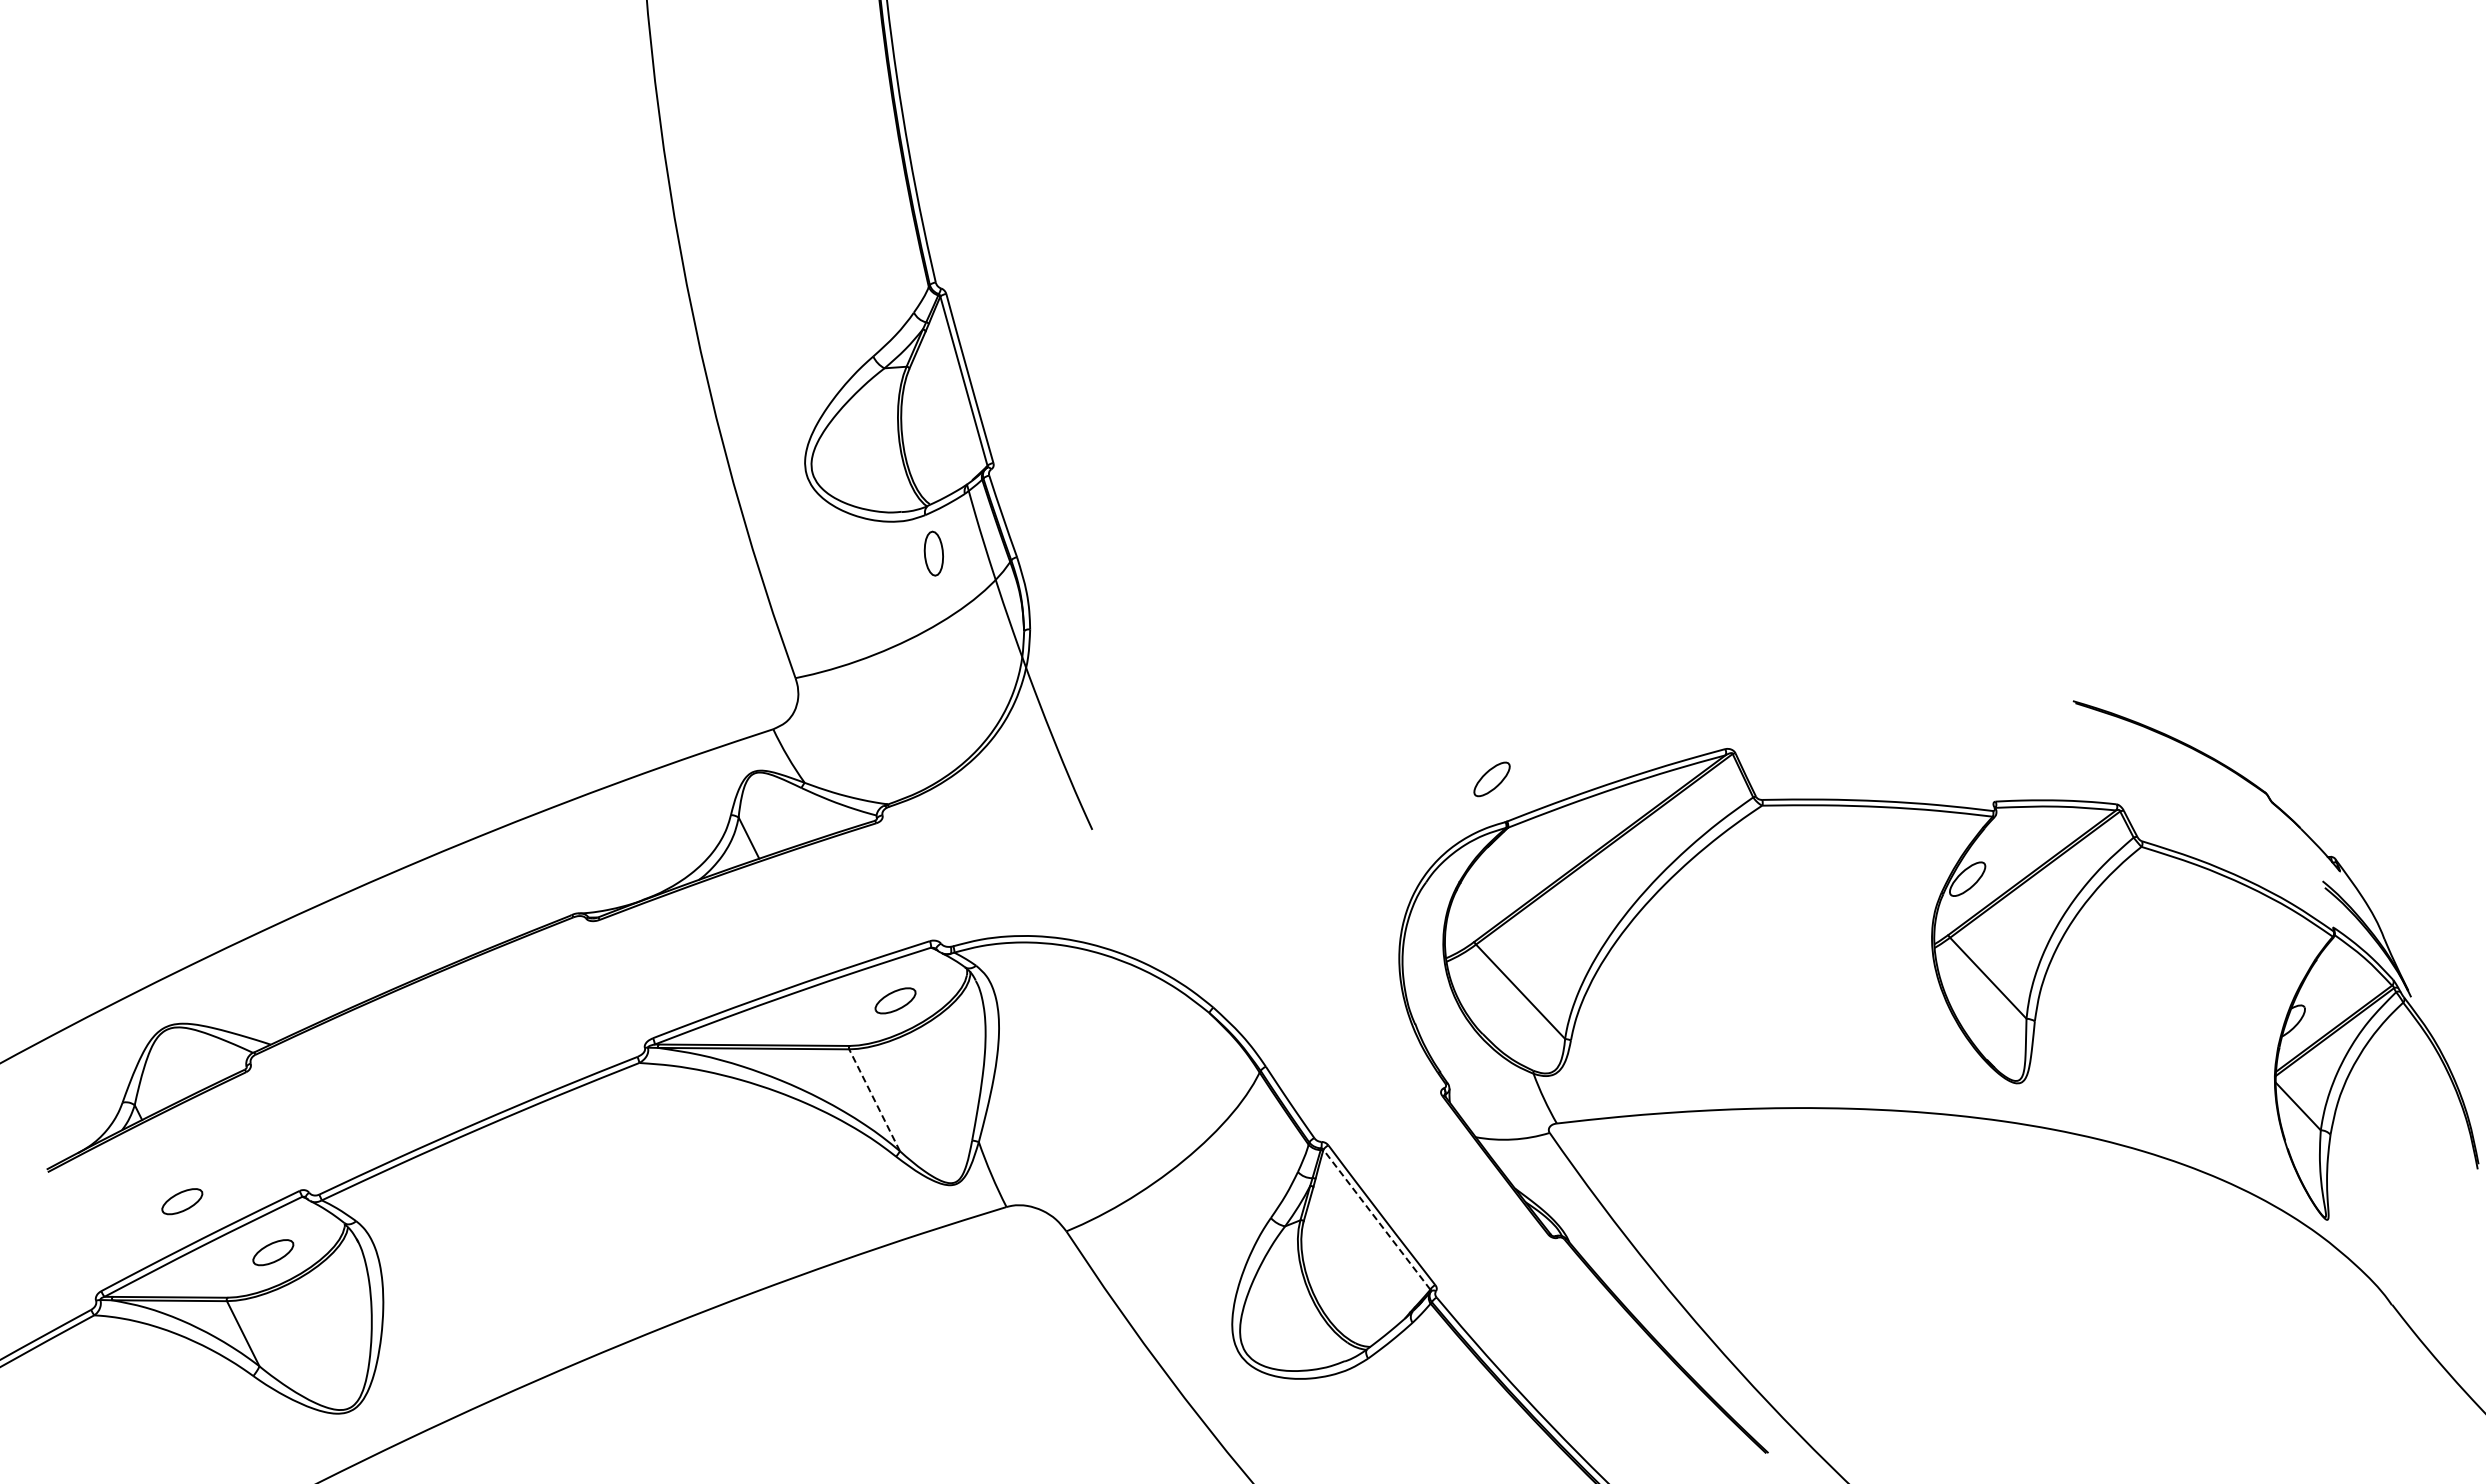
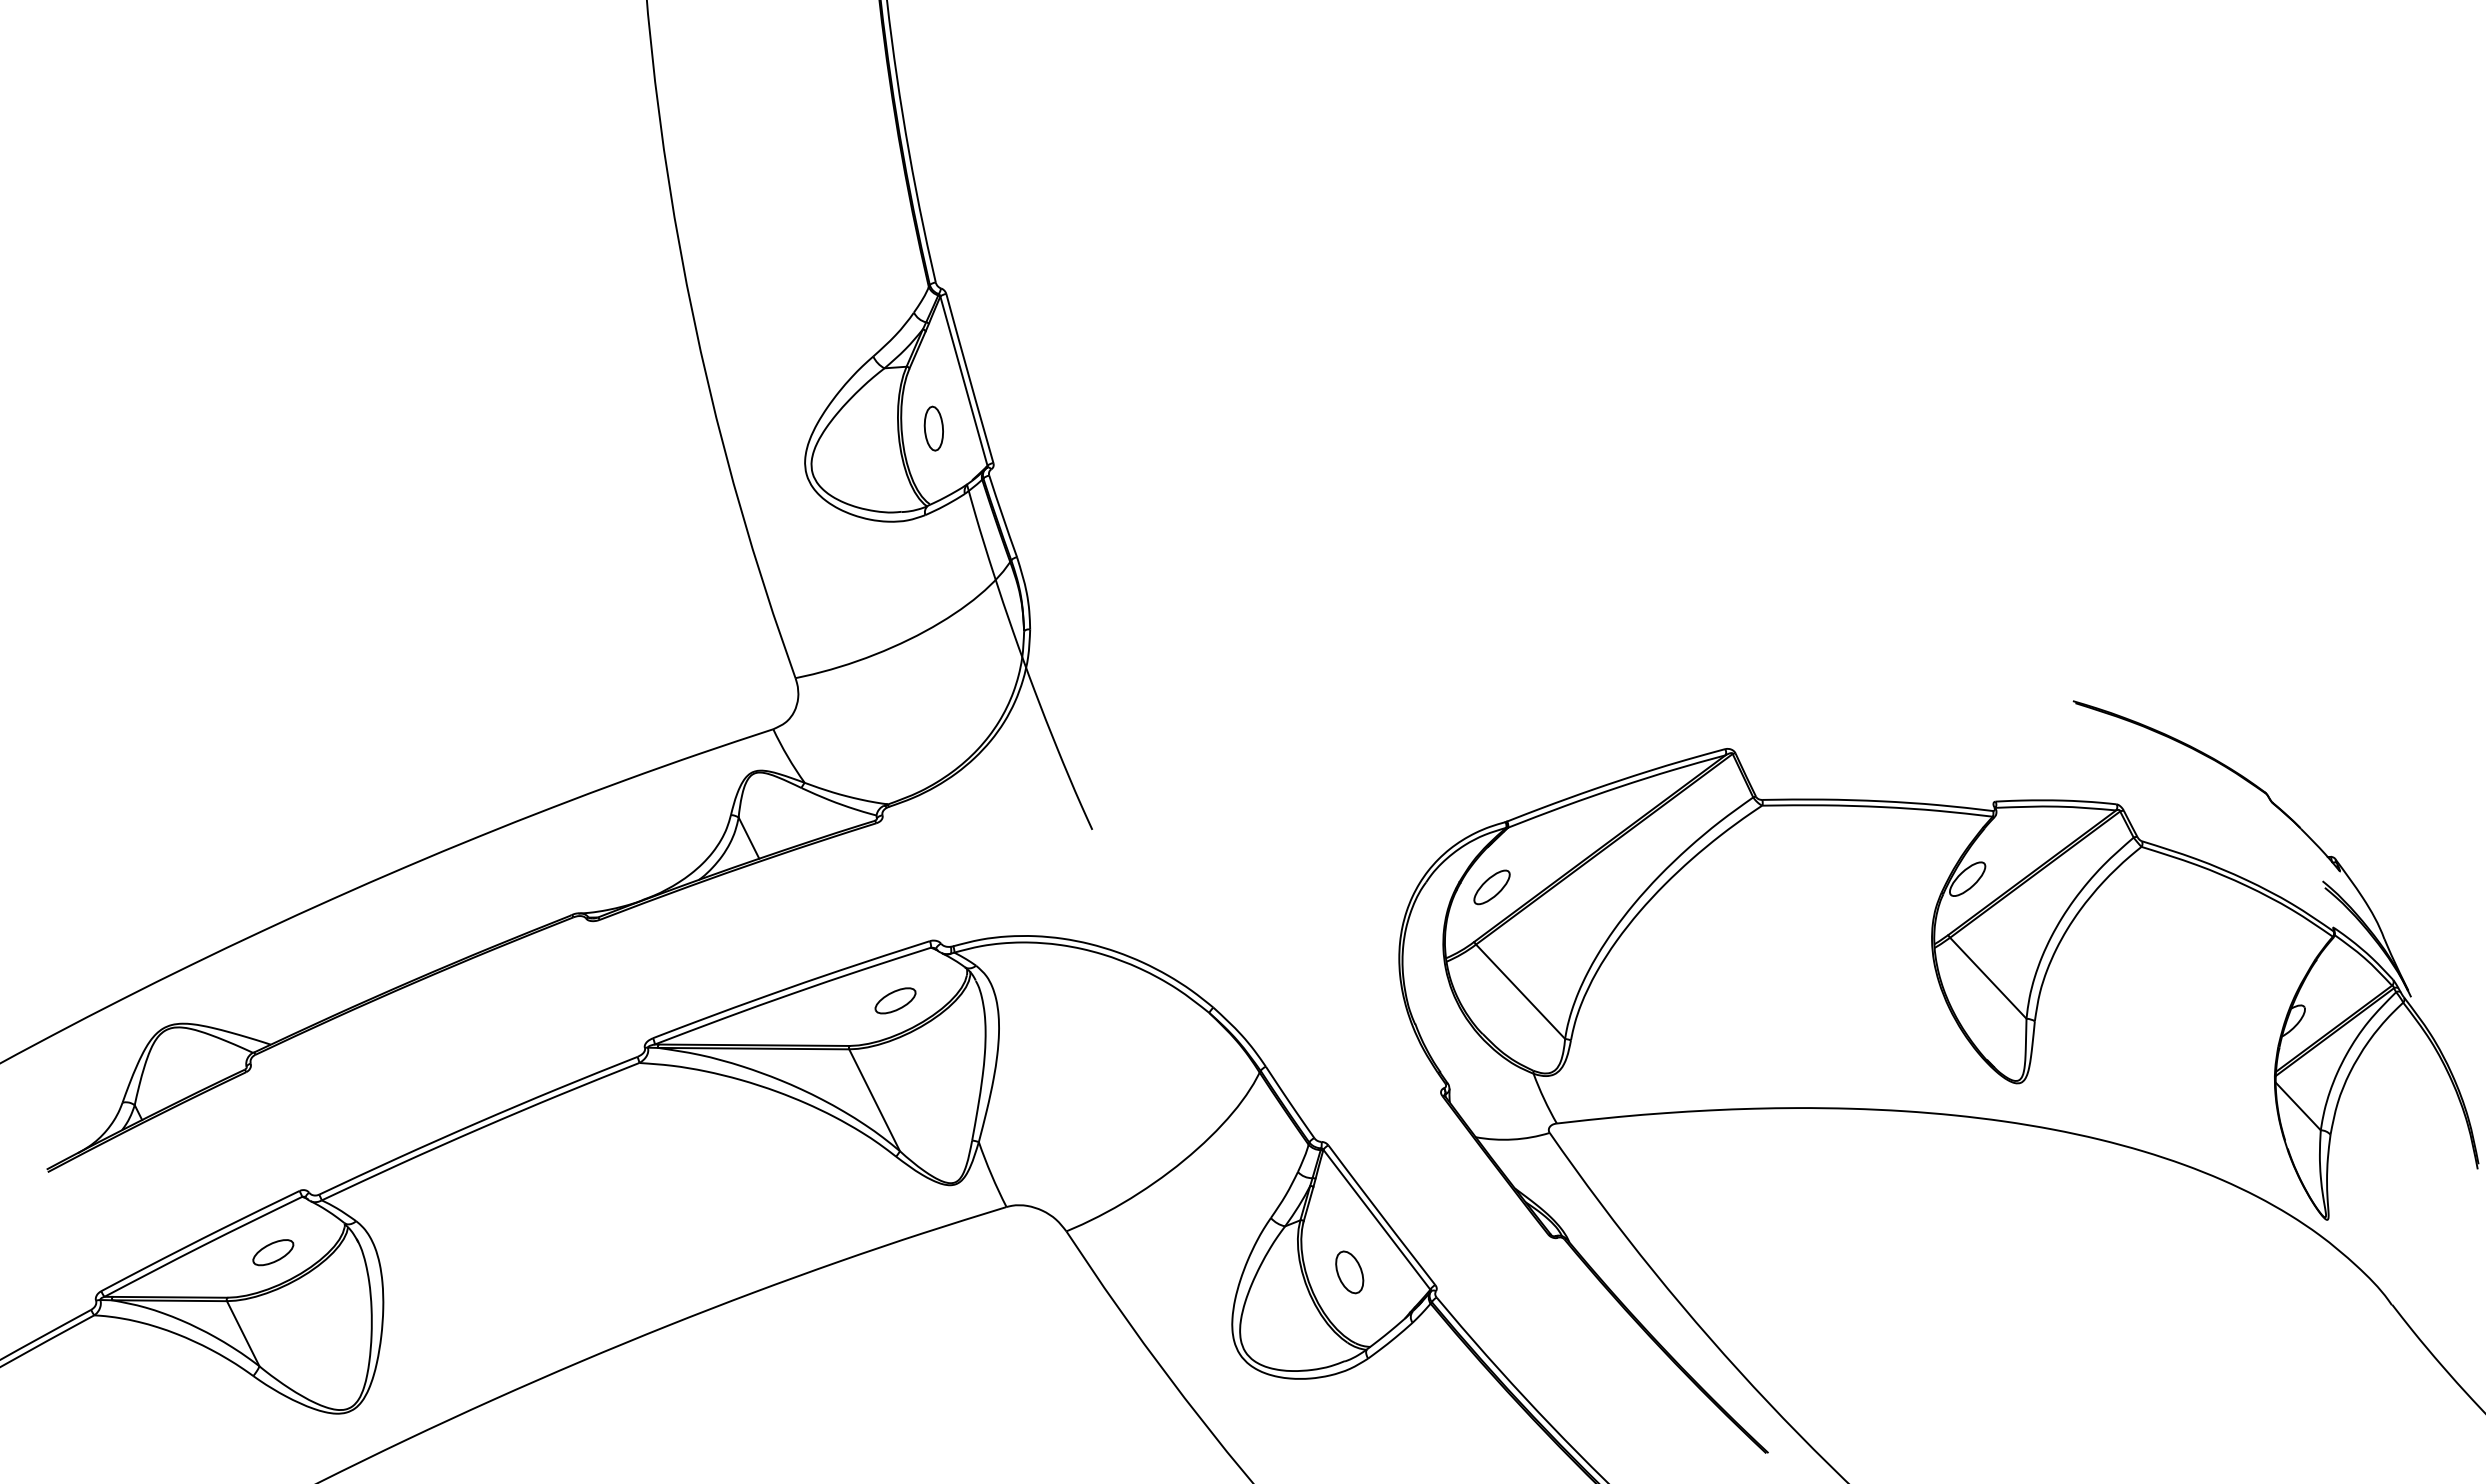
part at (933, 553) position: (933, 553) -> (933, 428)
part at (1491, 779) position: (1491, 779) -> (1491, 887)
line at (874, 1100): dashed -> solid
part at (182, 1201): present -> none
line at (1376, 1219): dashed -> solid
part at (1349, 1272): none -> present
